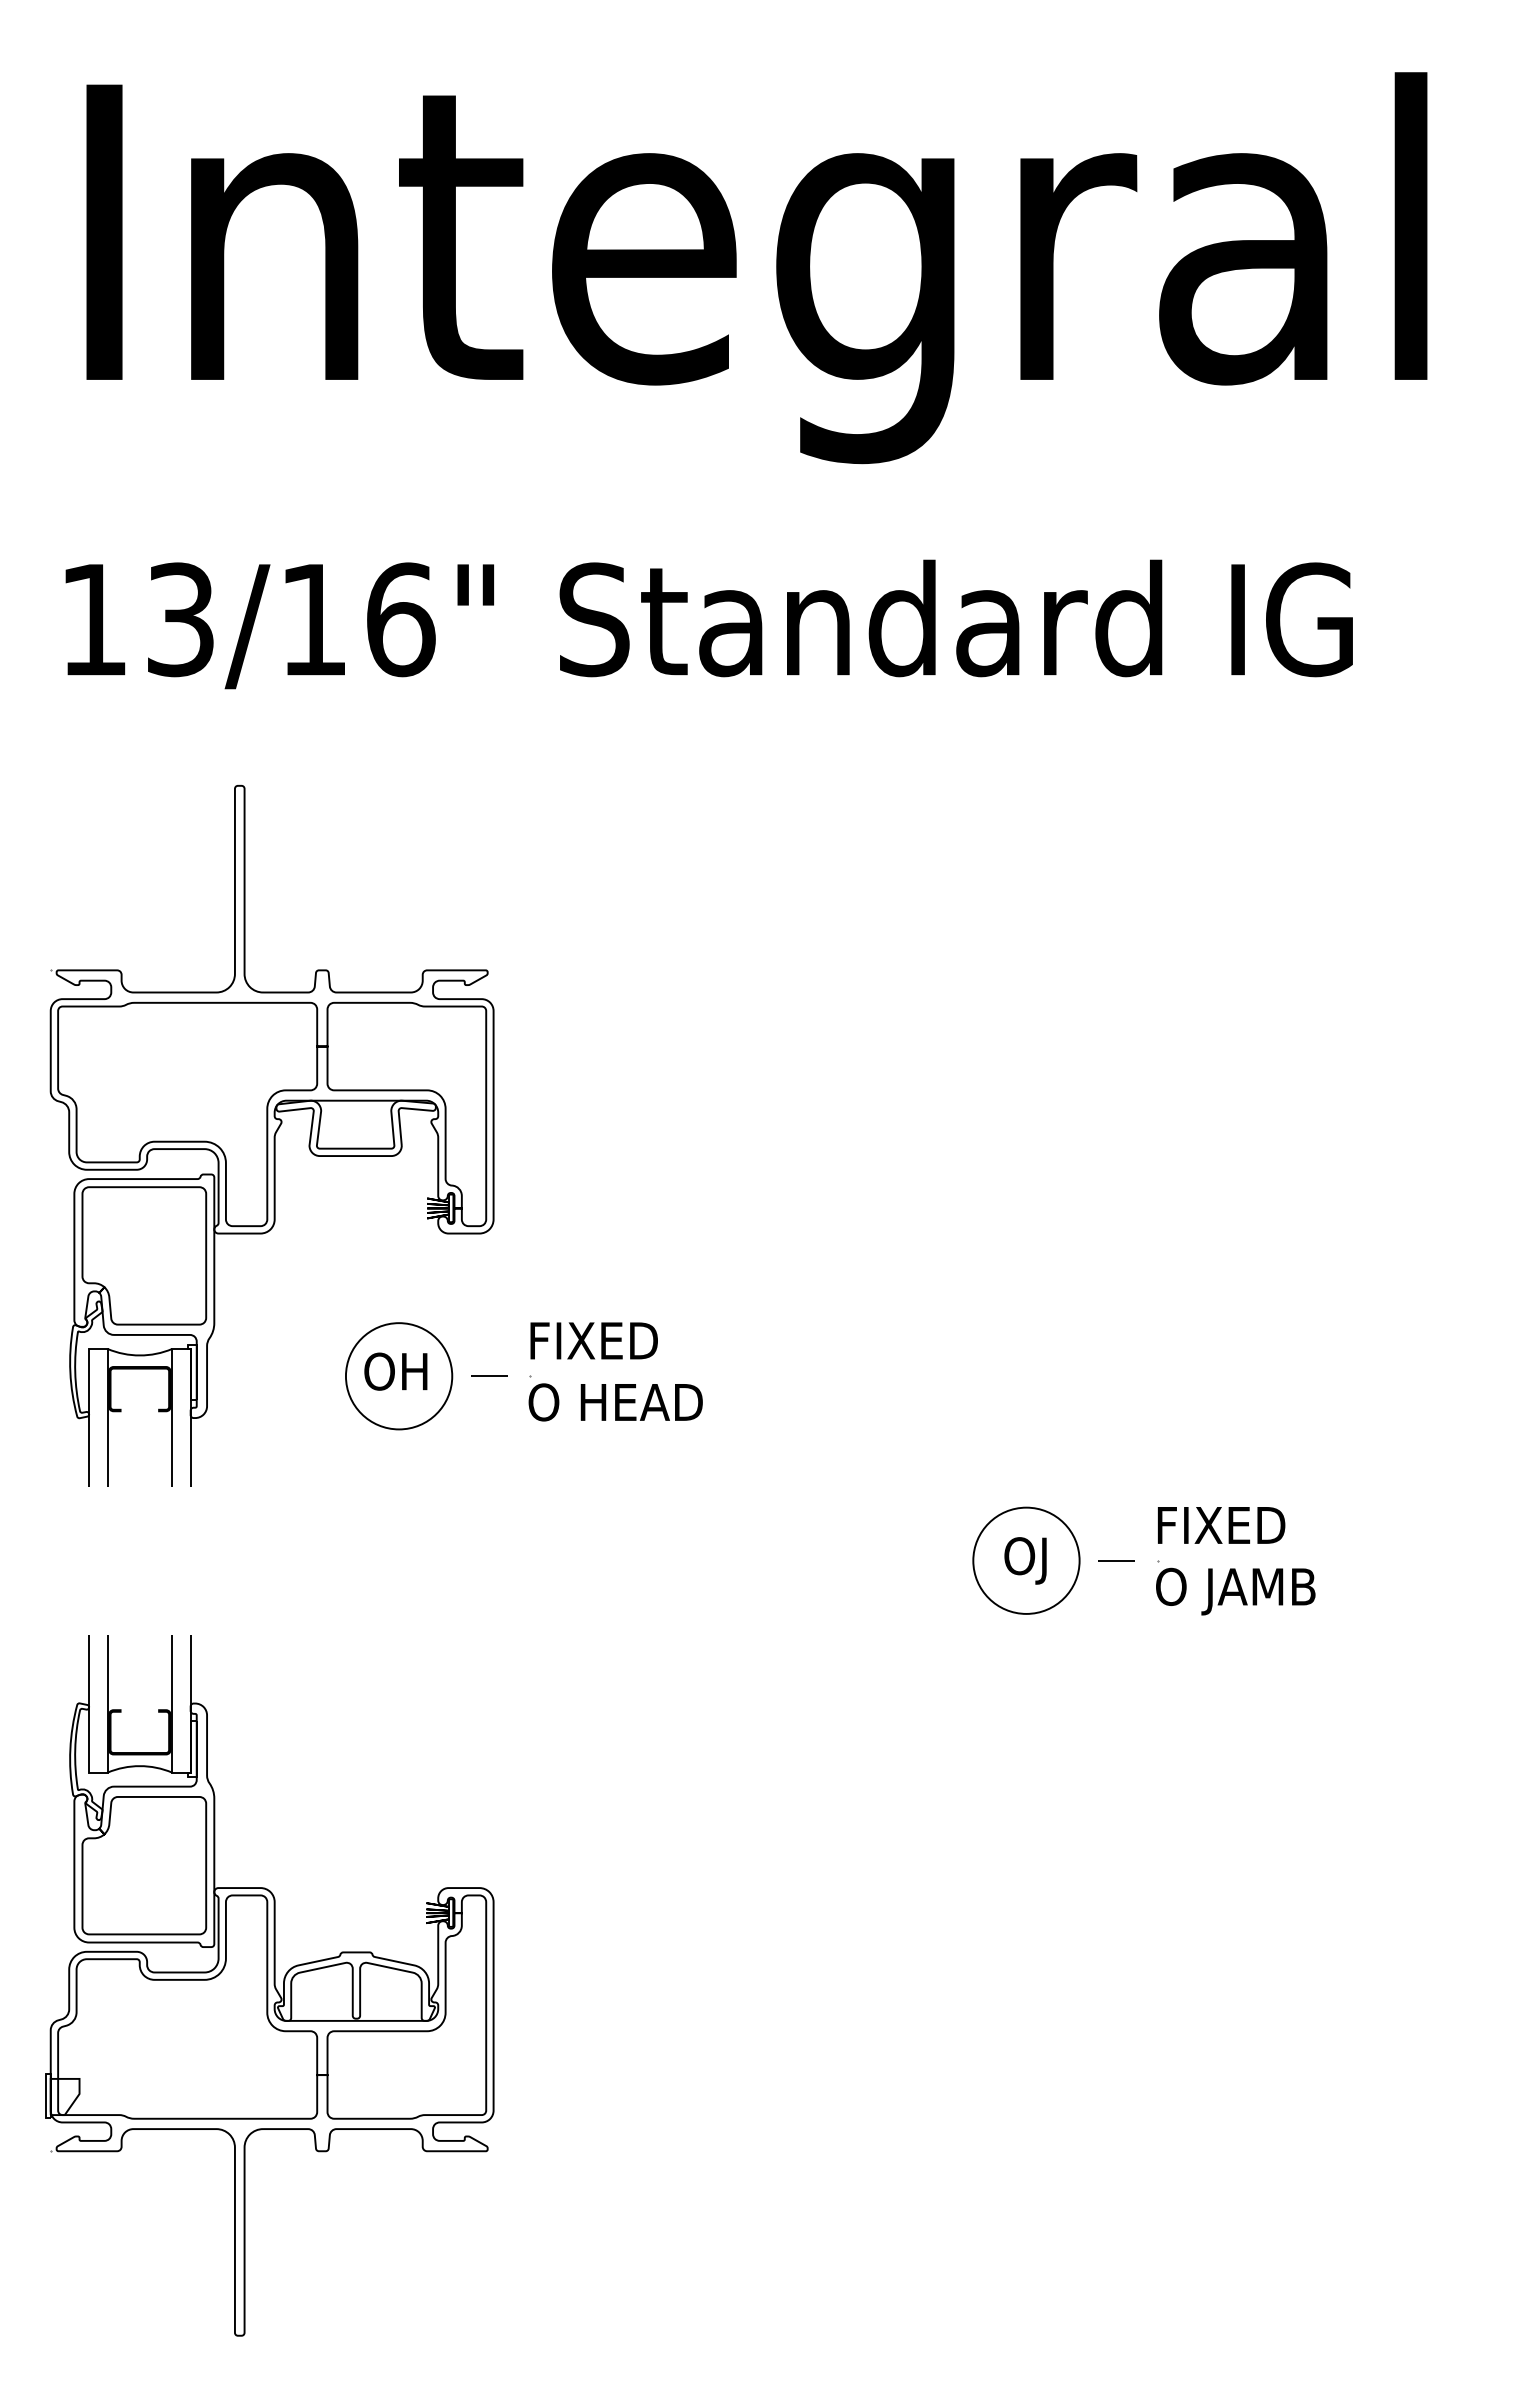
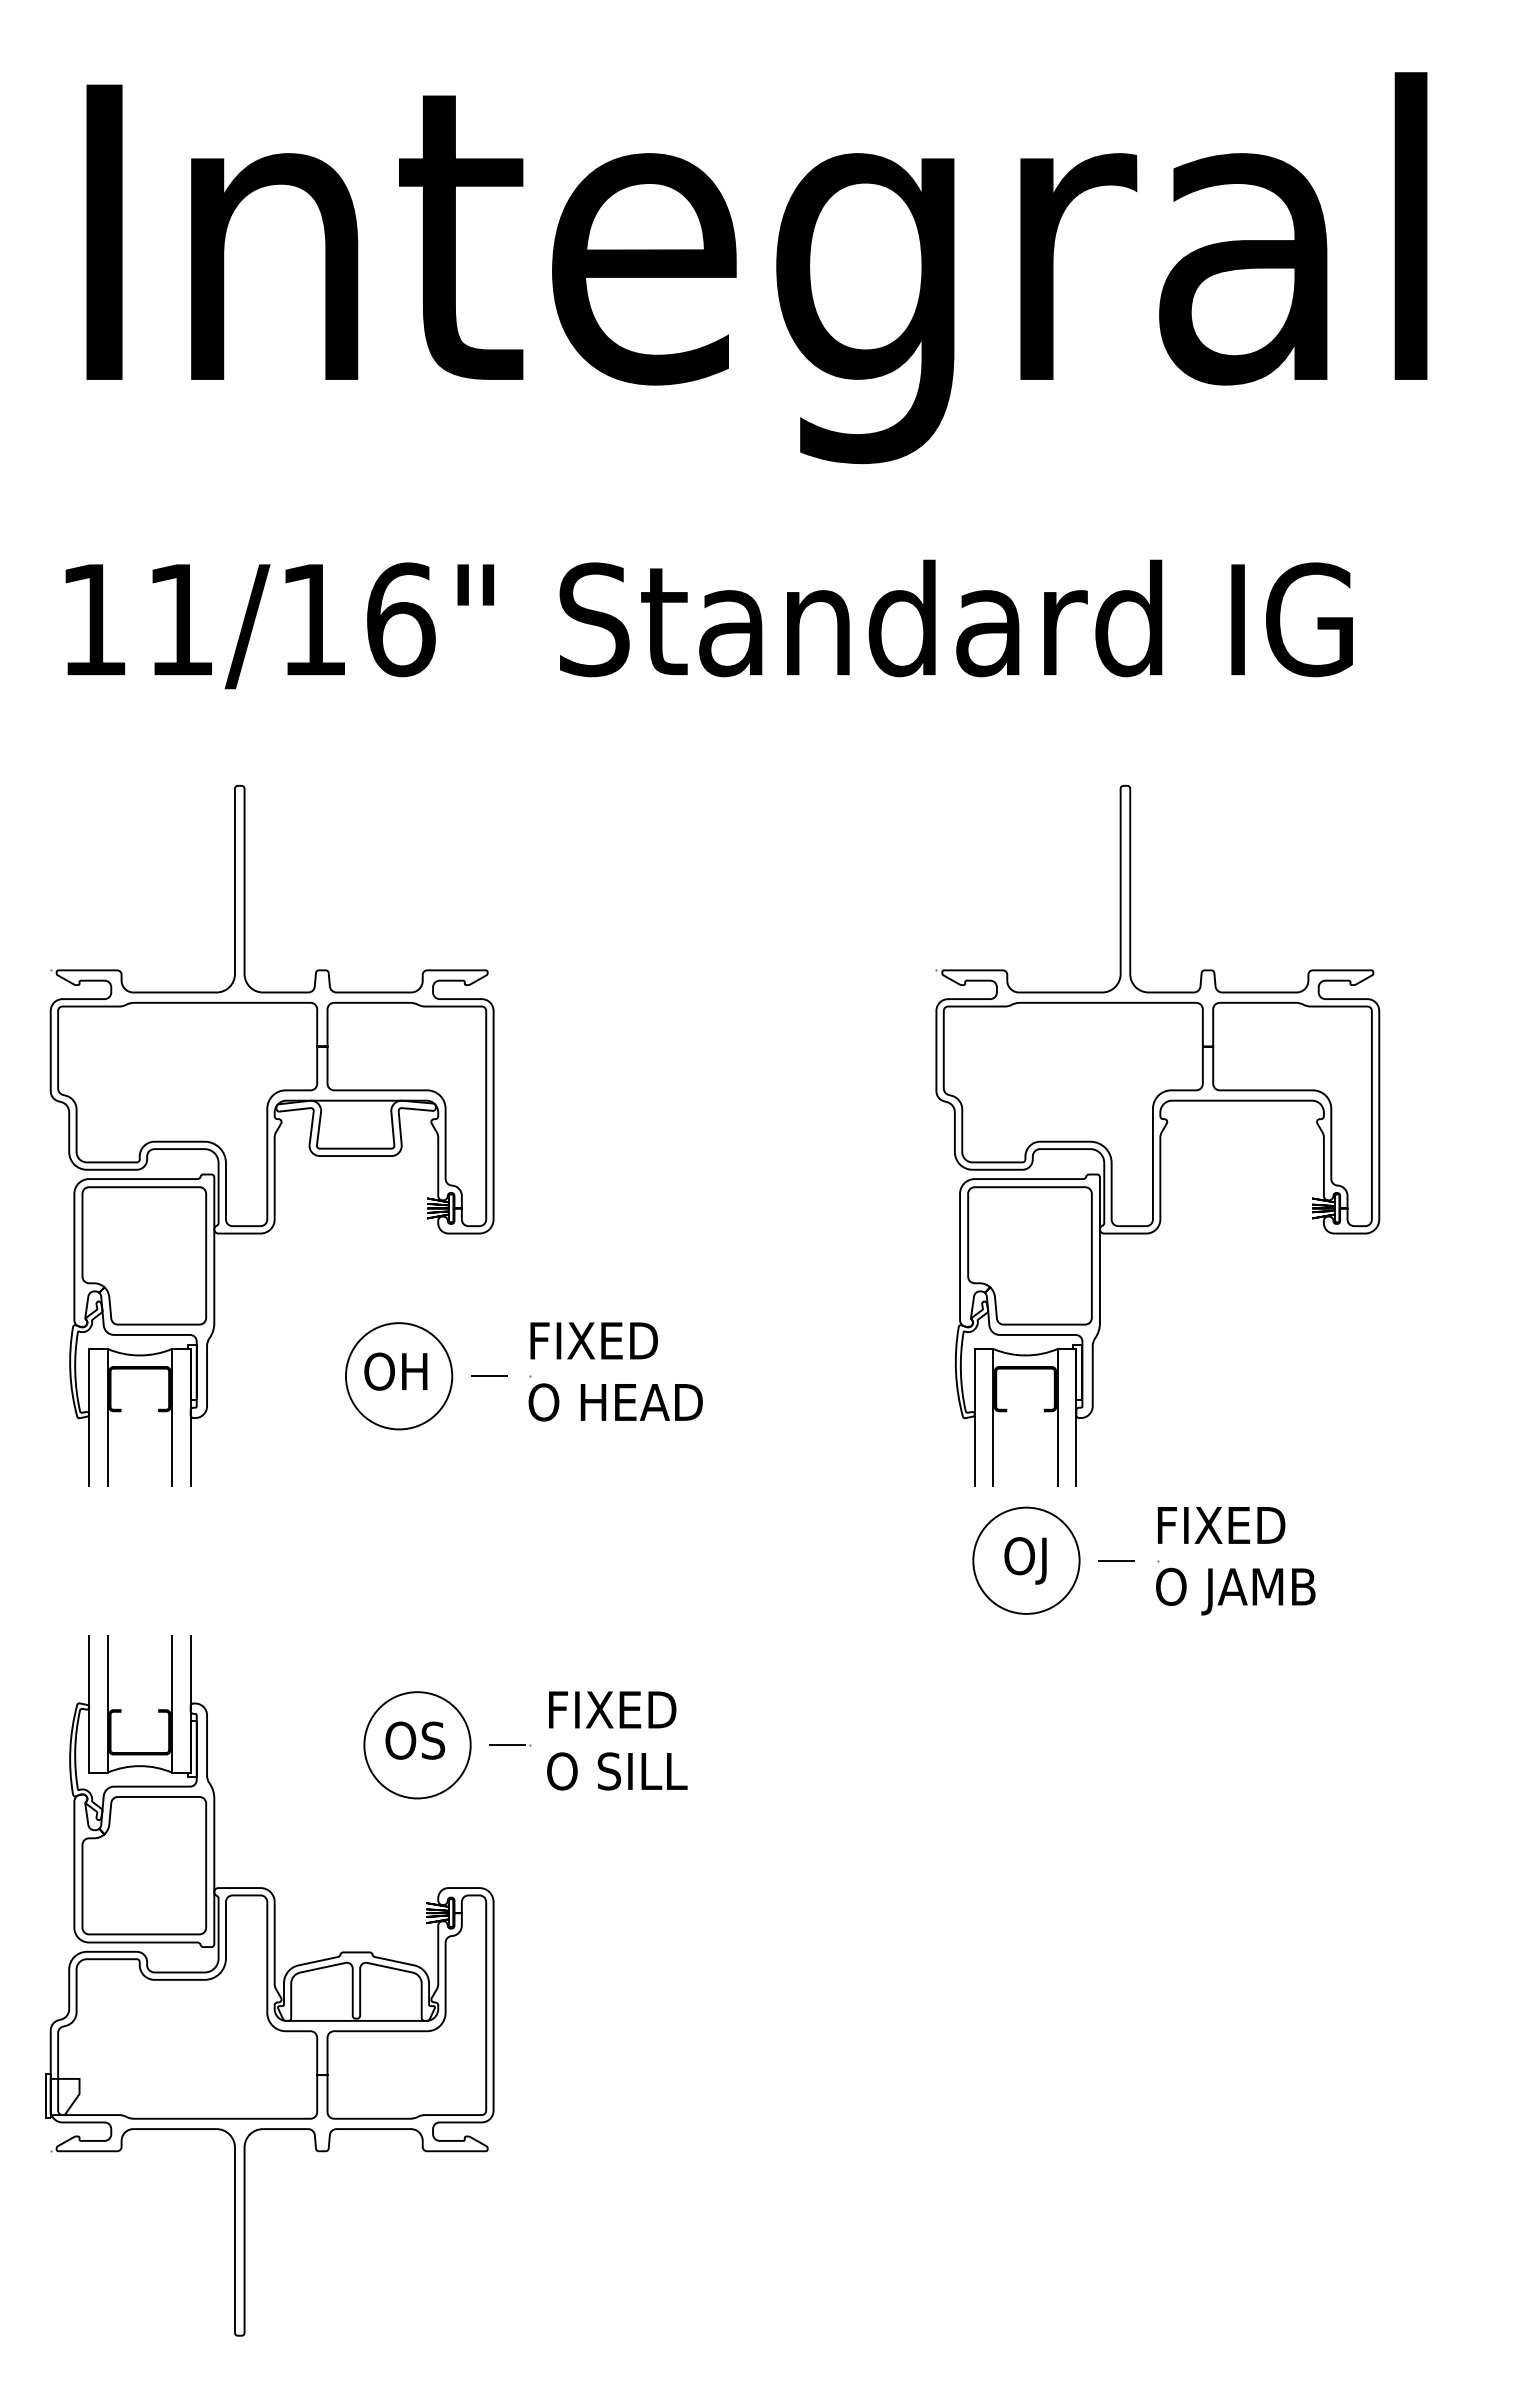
text at (180, 619): 13/16" -> 11/16"
part at (1157, 1135): none -> present
part at (525, 1745): none -> present
